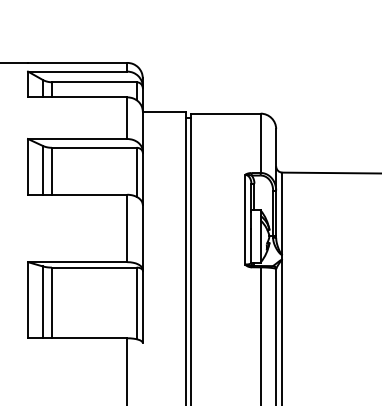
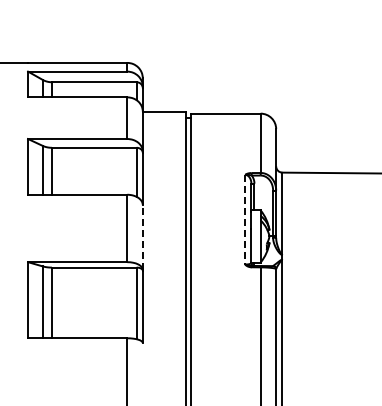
line at (245, 219): solid -> dashed
line at (142, 237): solid -> dashed
